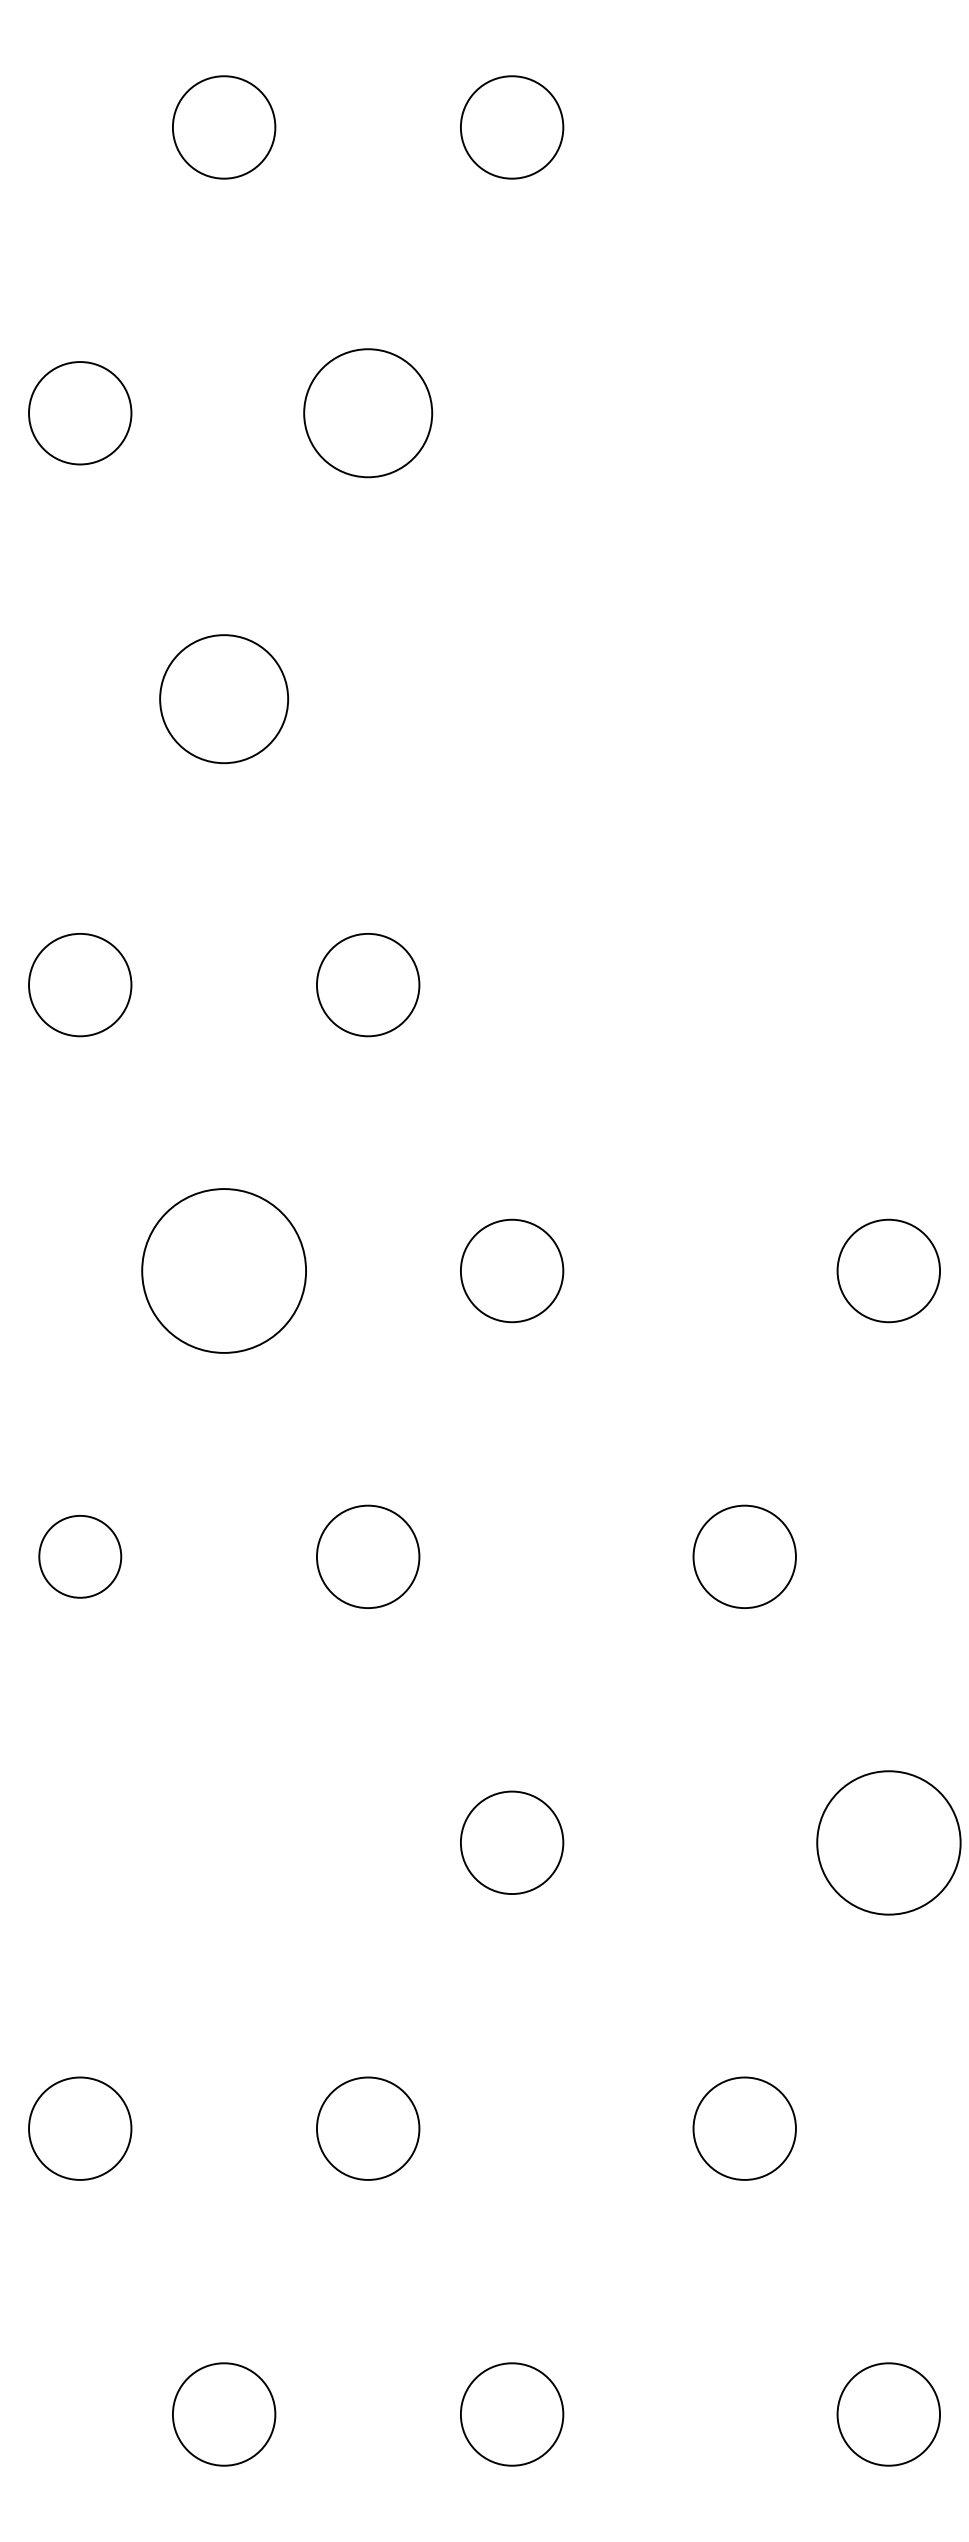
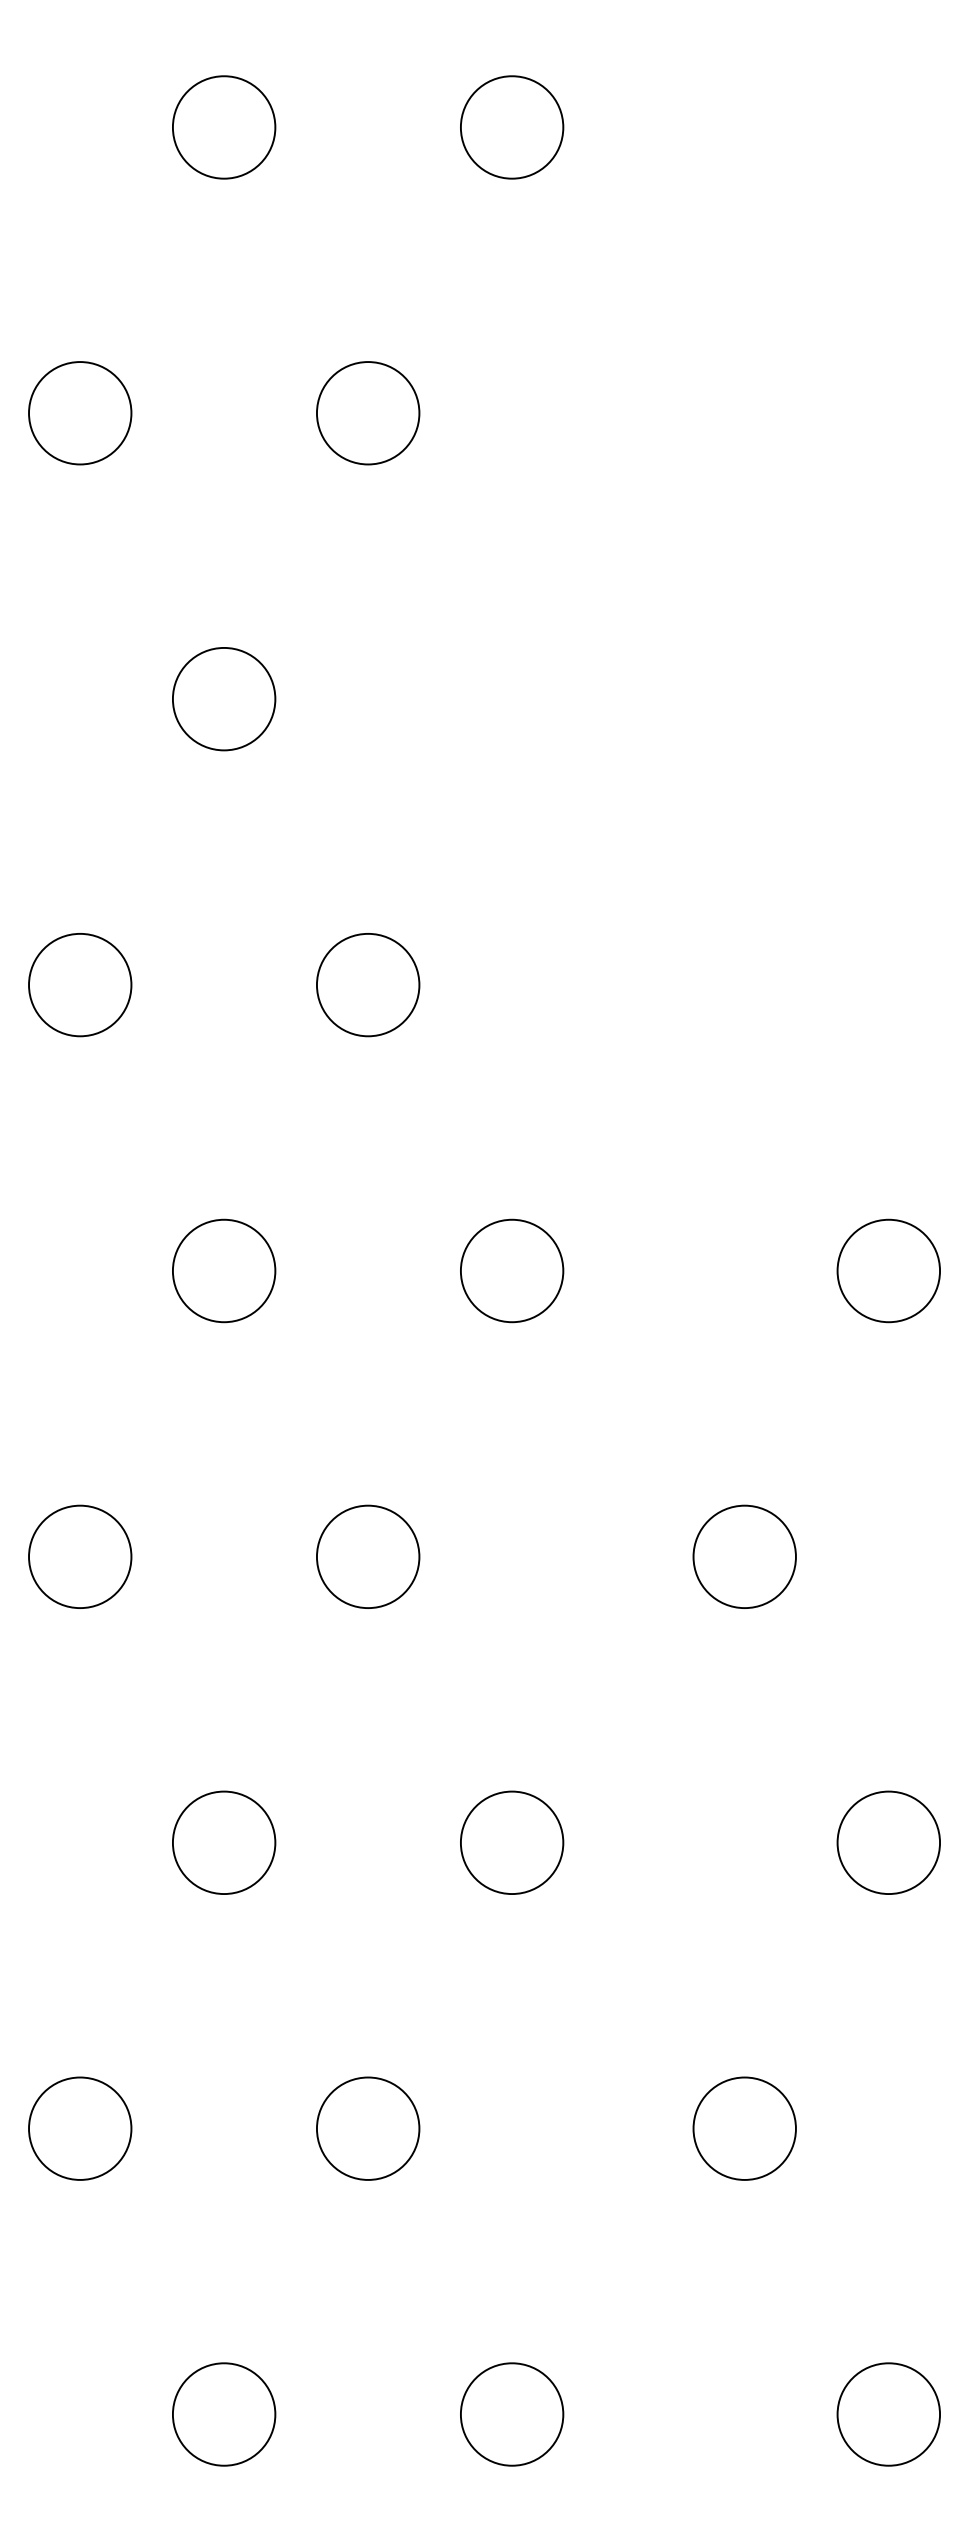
circle at (368, 413) diameter: 128 px -> 102 px
circle at (224, 699) diameter: 128 px -> 102 px
circle at (224, 1270) diameter: 164 px -> 102 px
circle at (80, 1556) size: 85x84 px -> 105x105 px
circle at (224, 1842): none -> present
circle at (888, 1842) size: 146x146 px -> 105x105 px
